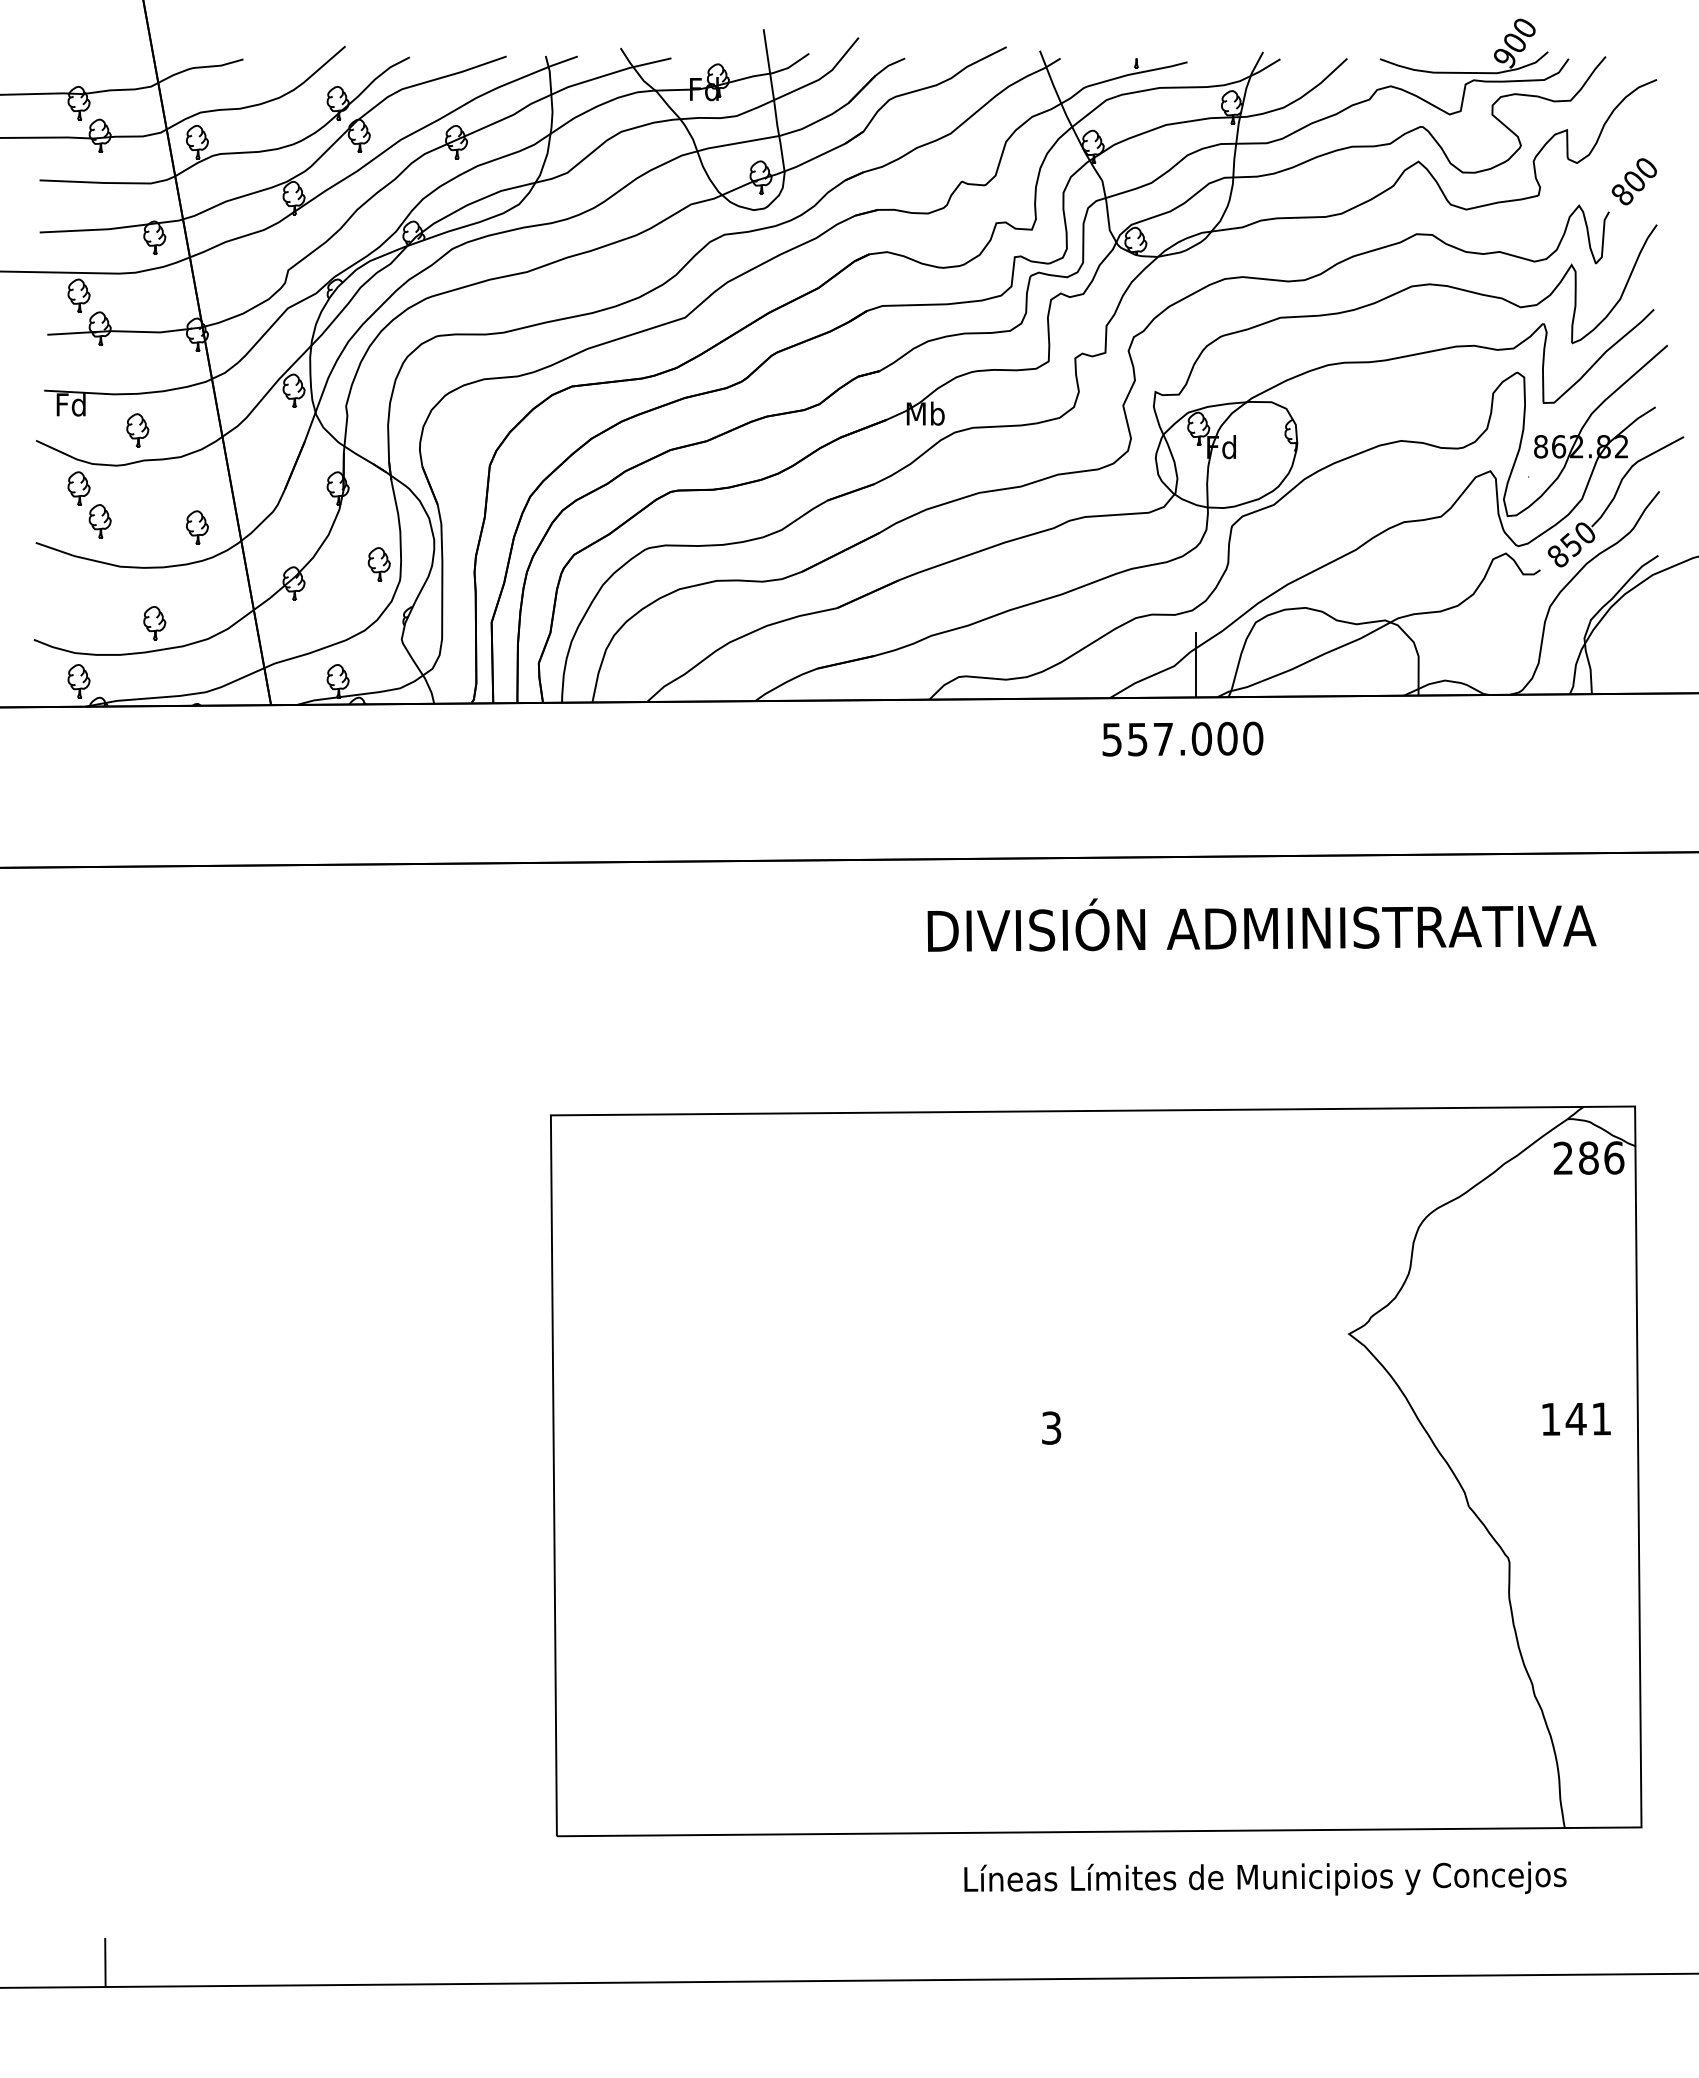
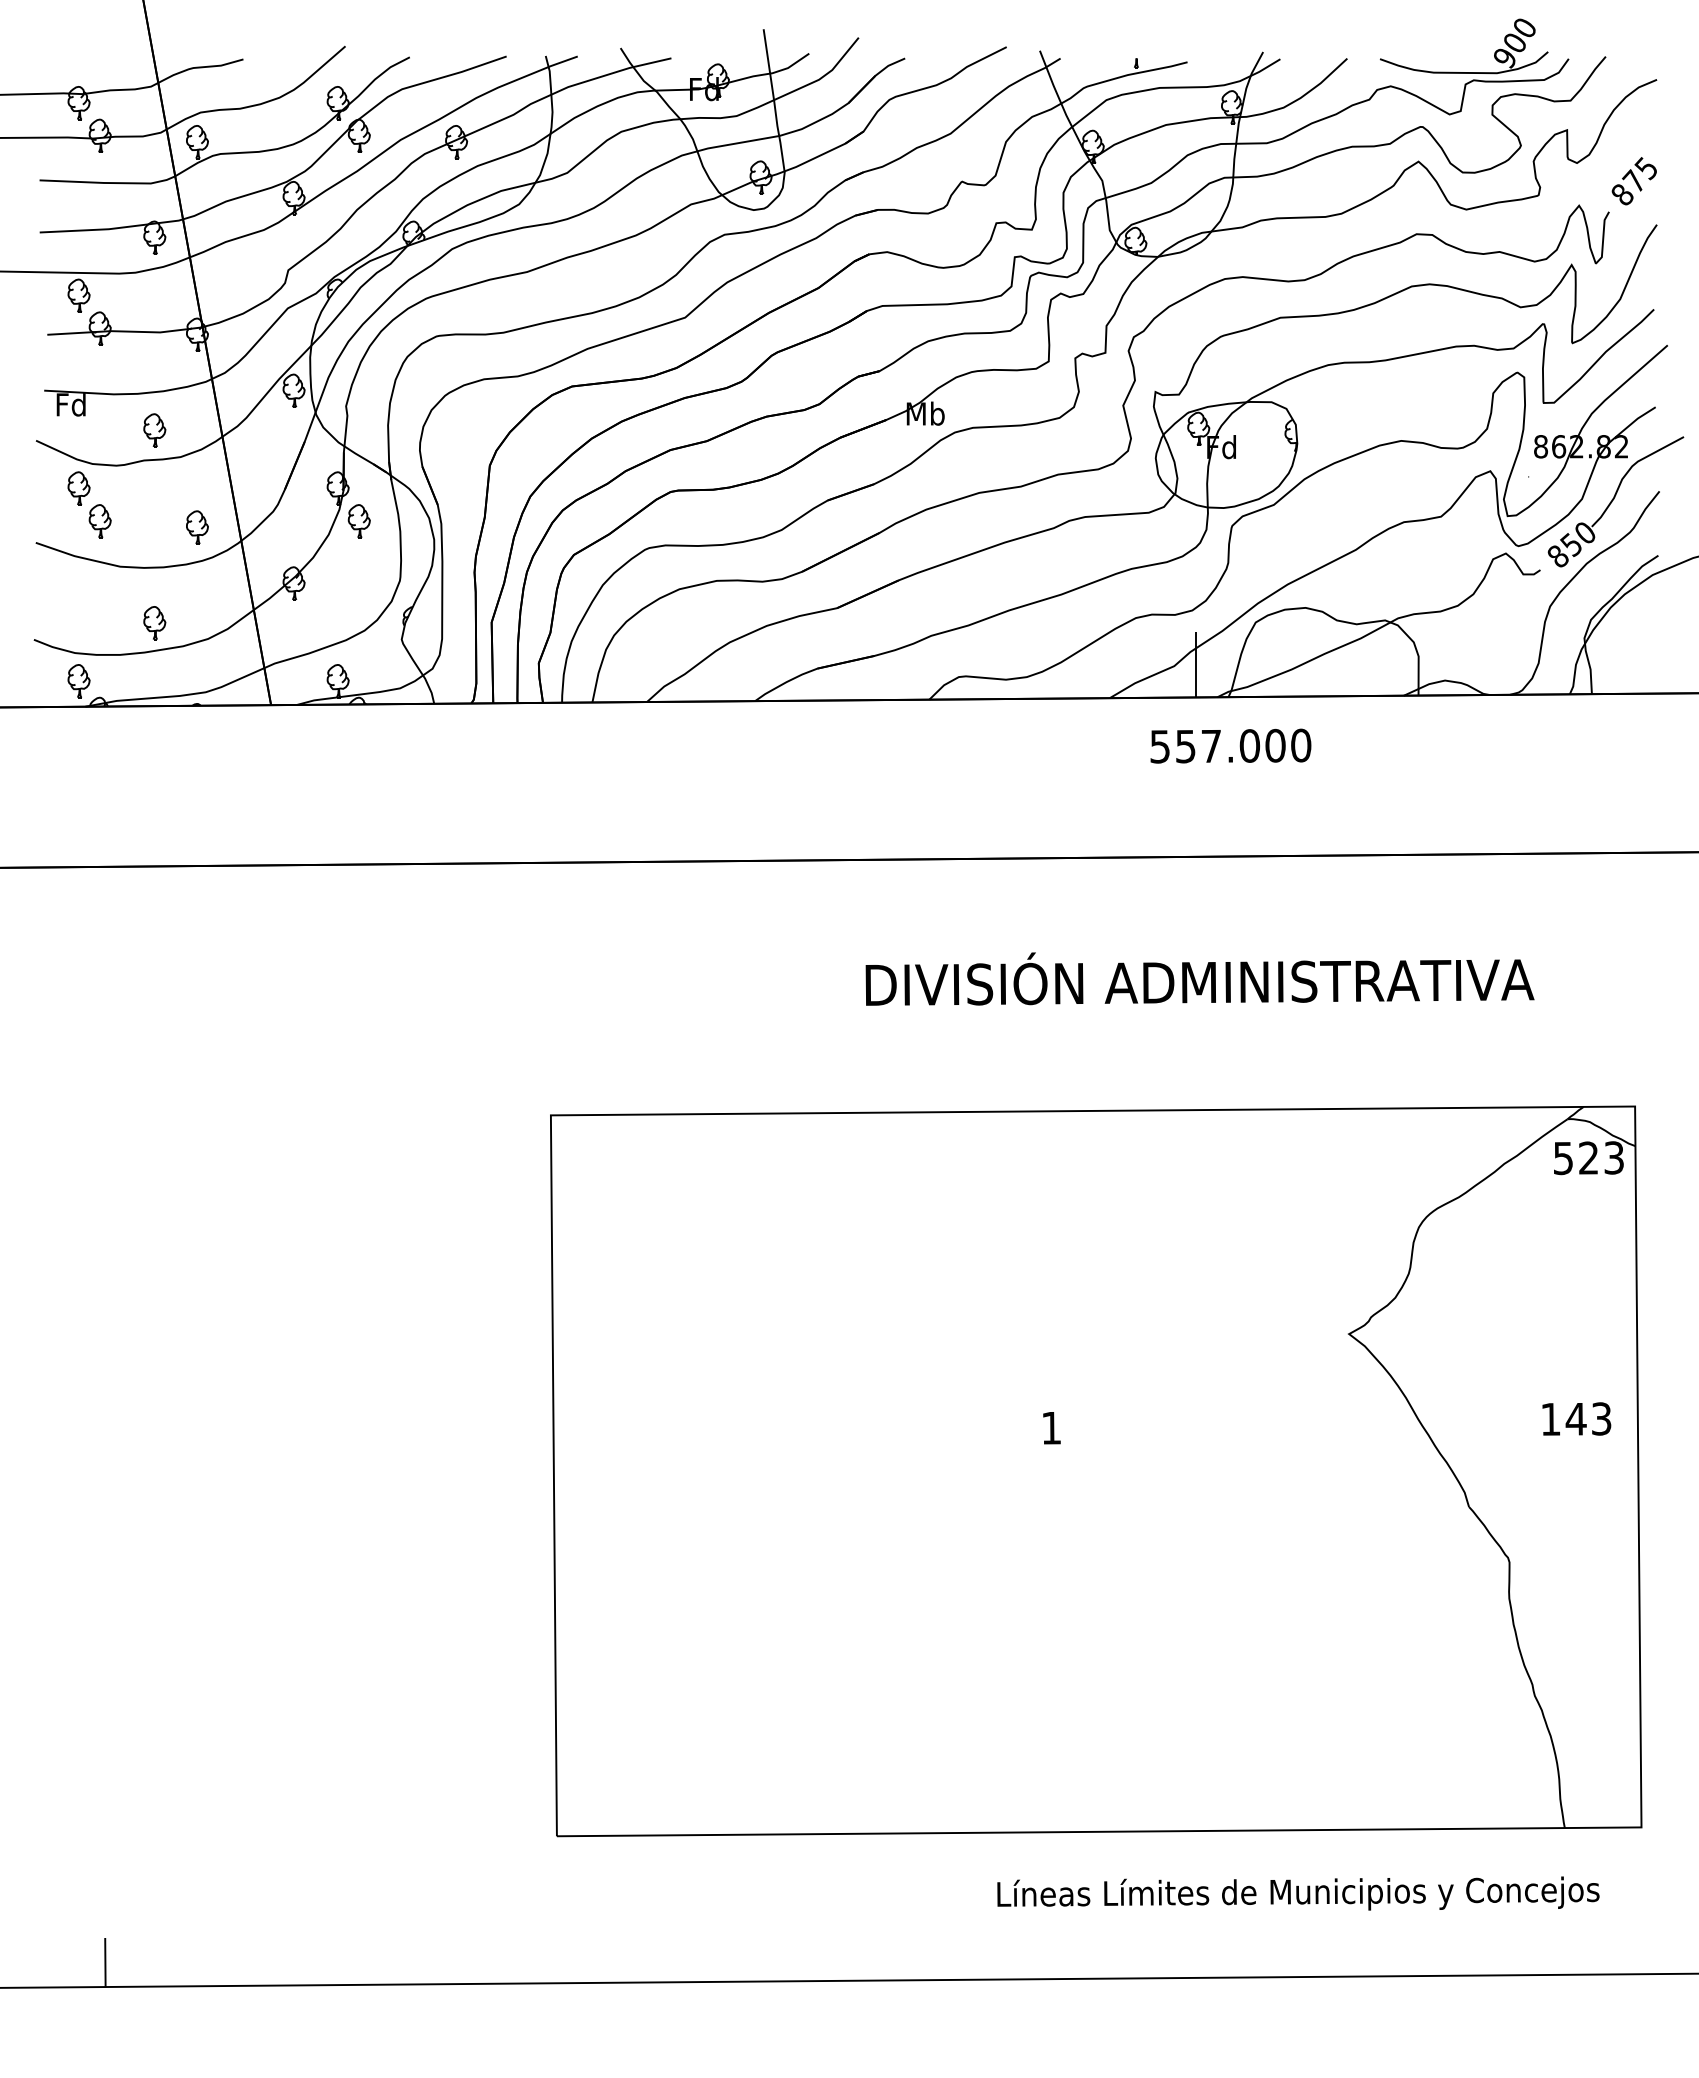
text at (1639, 174): 800 -> 875
part at (137, 430) position: (137, 430) -> (154, 430)
part at (378, 564) position: (378, 564) -> (358, 521)
text at (1182, 738) position: (1182, 738) -> (1230, 745)
text at (1261, 924) position: (1261, 924) -> (1199, 978)
text at (1588, 1158): 286 -> 523
text at (1601, 1418): 141 -> 143
text at (1051, 1427): 3 -> 1
text at (1265, 1878) position: (1265, 1878) -> (1298, 1893)
